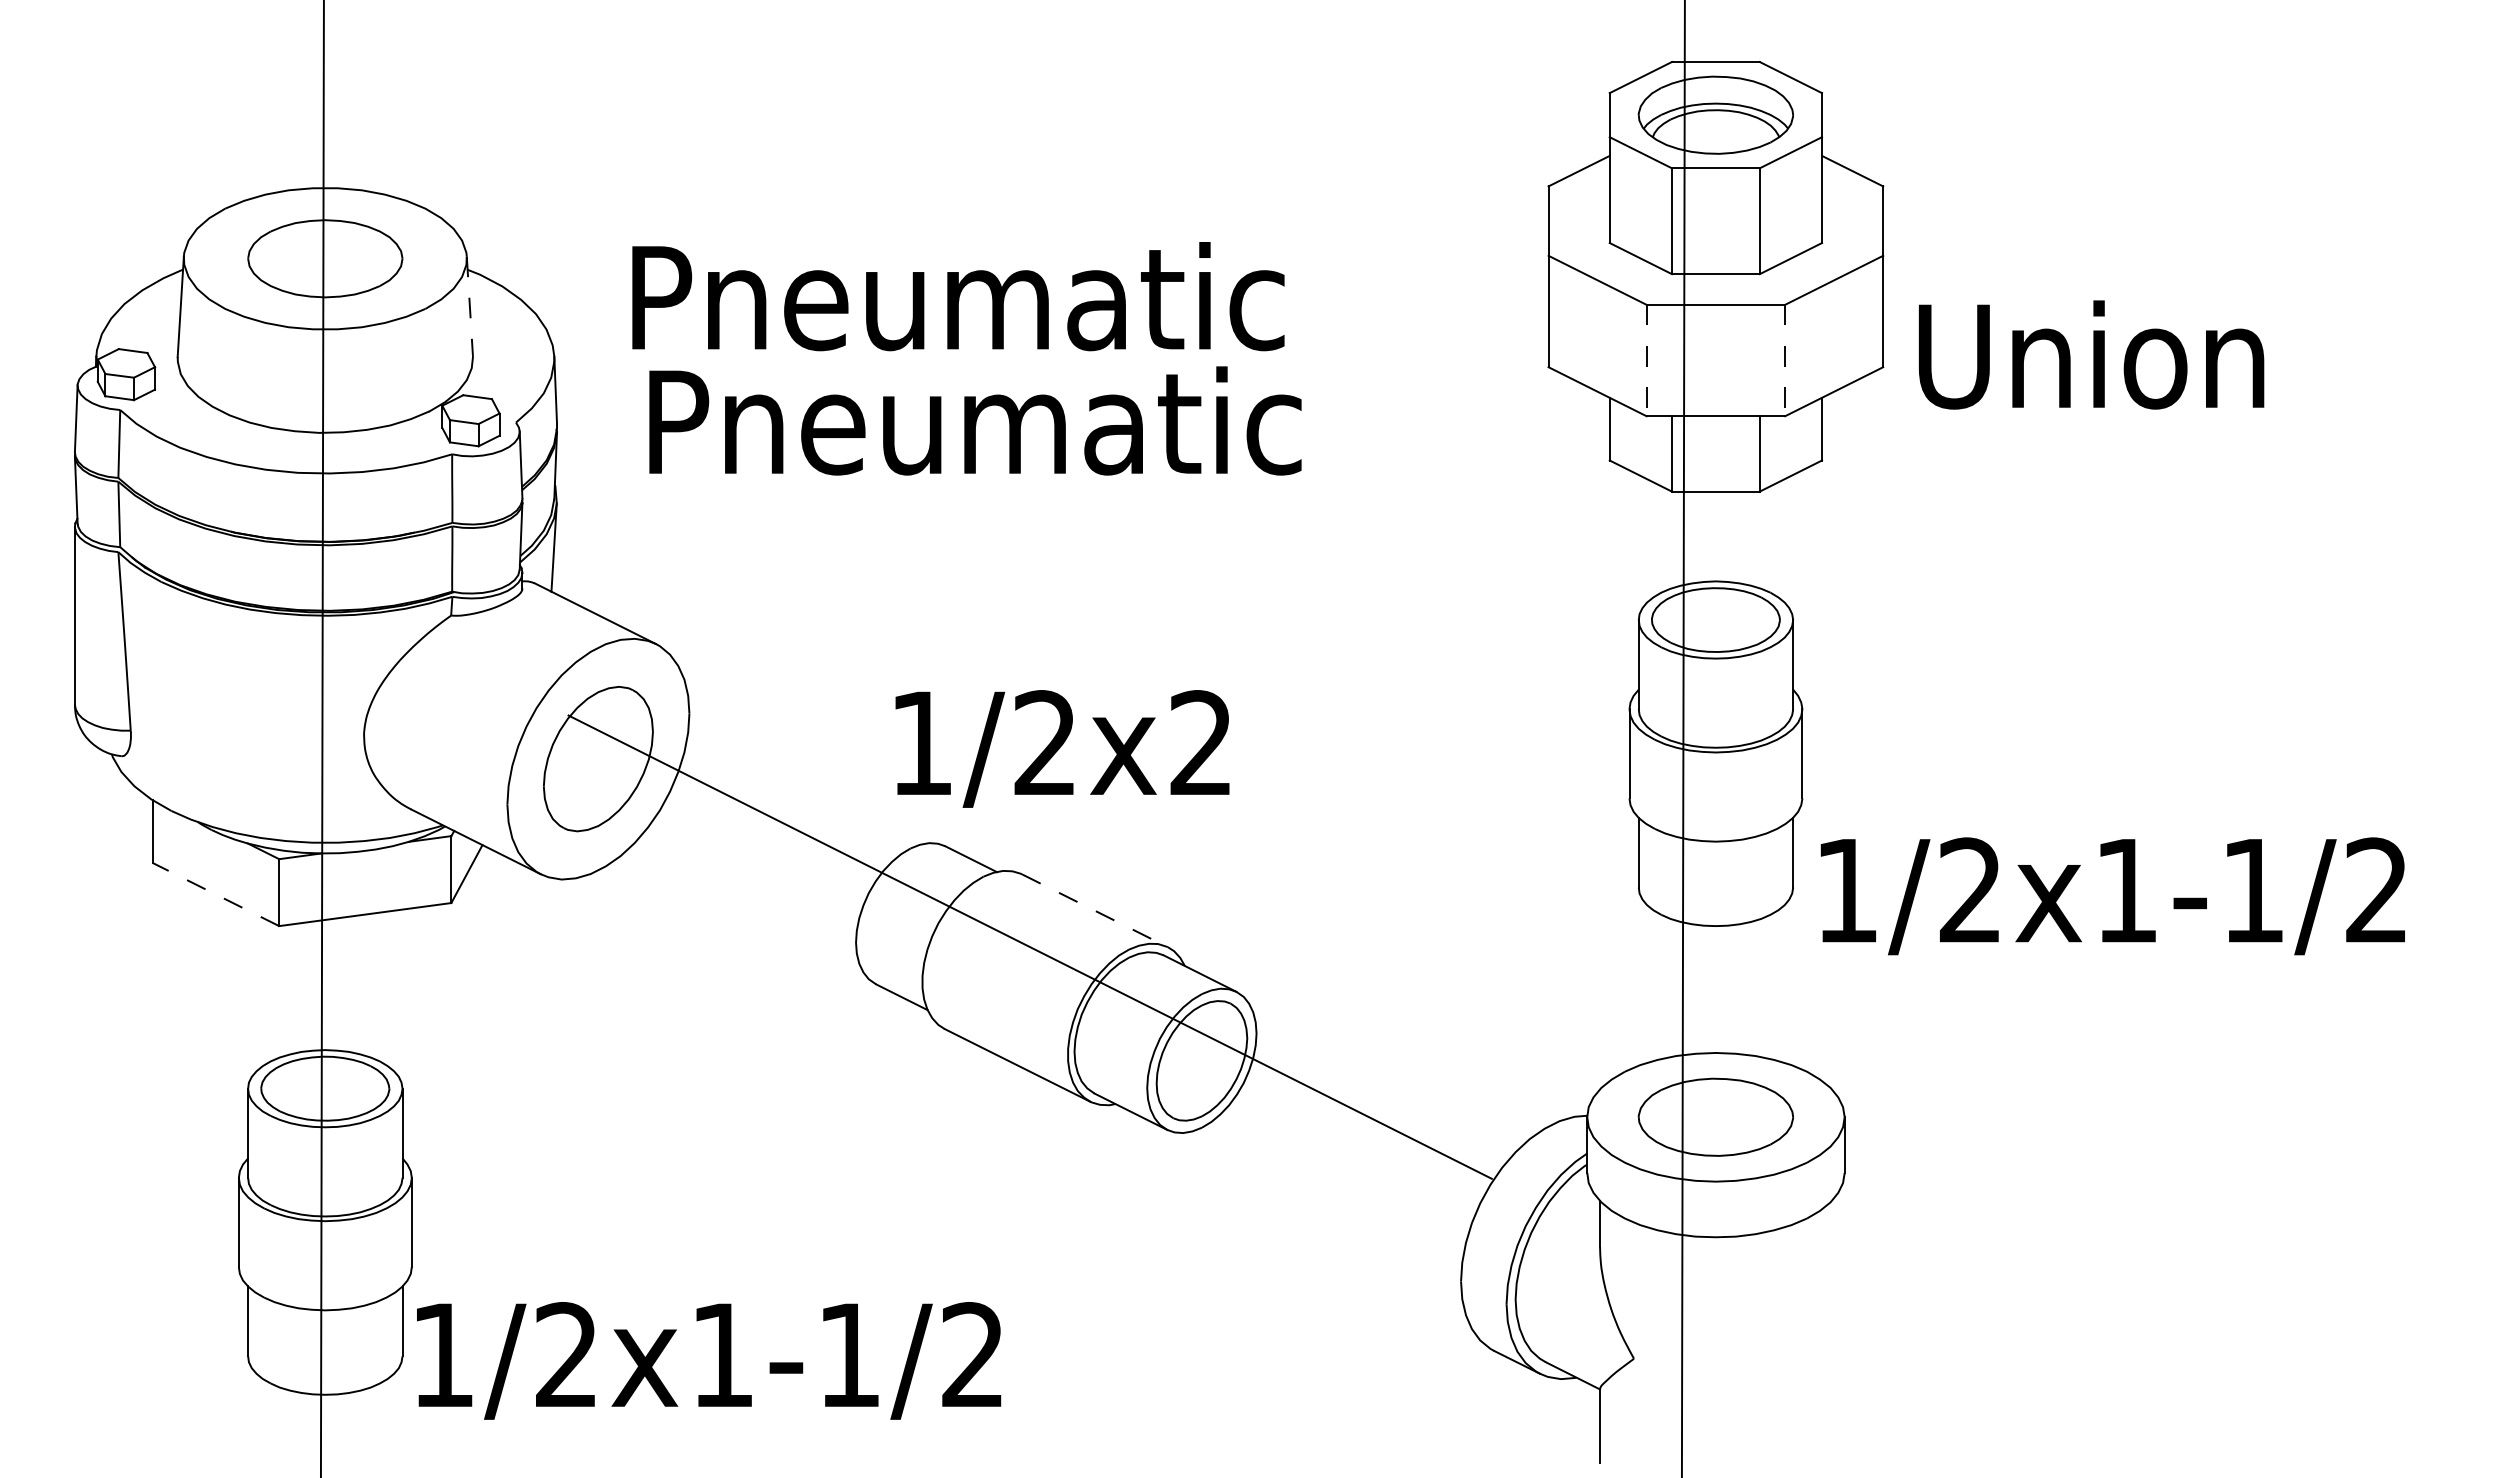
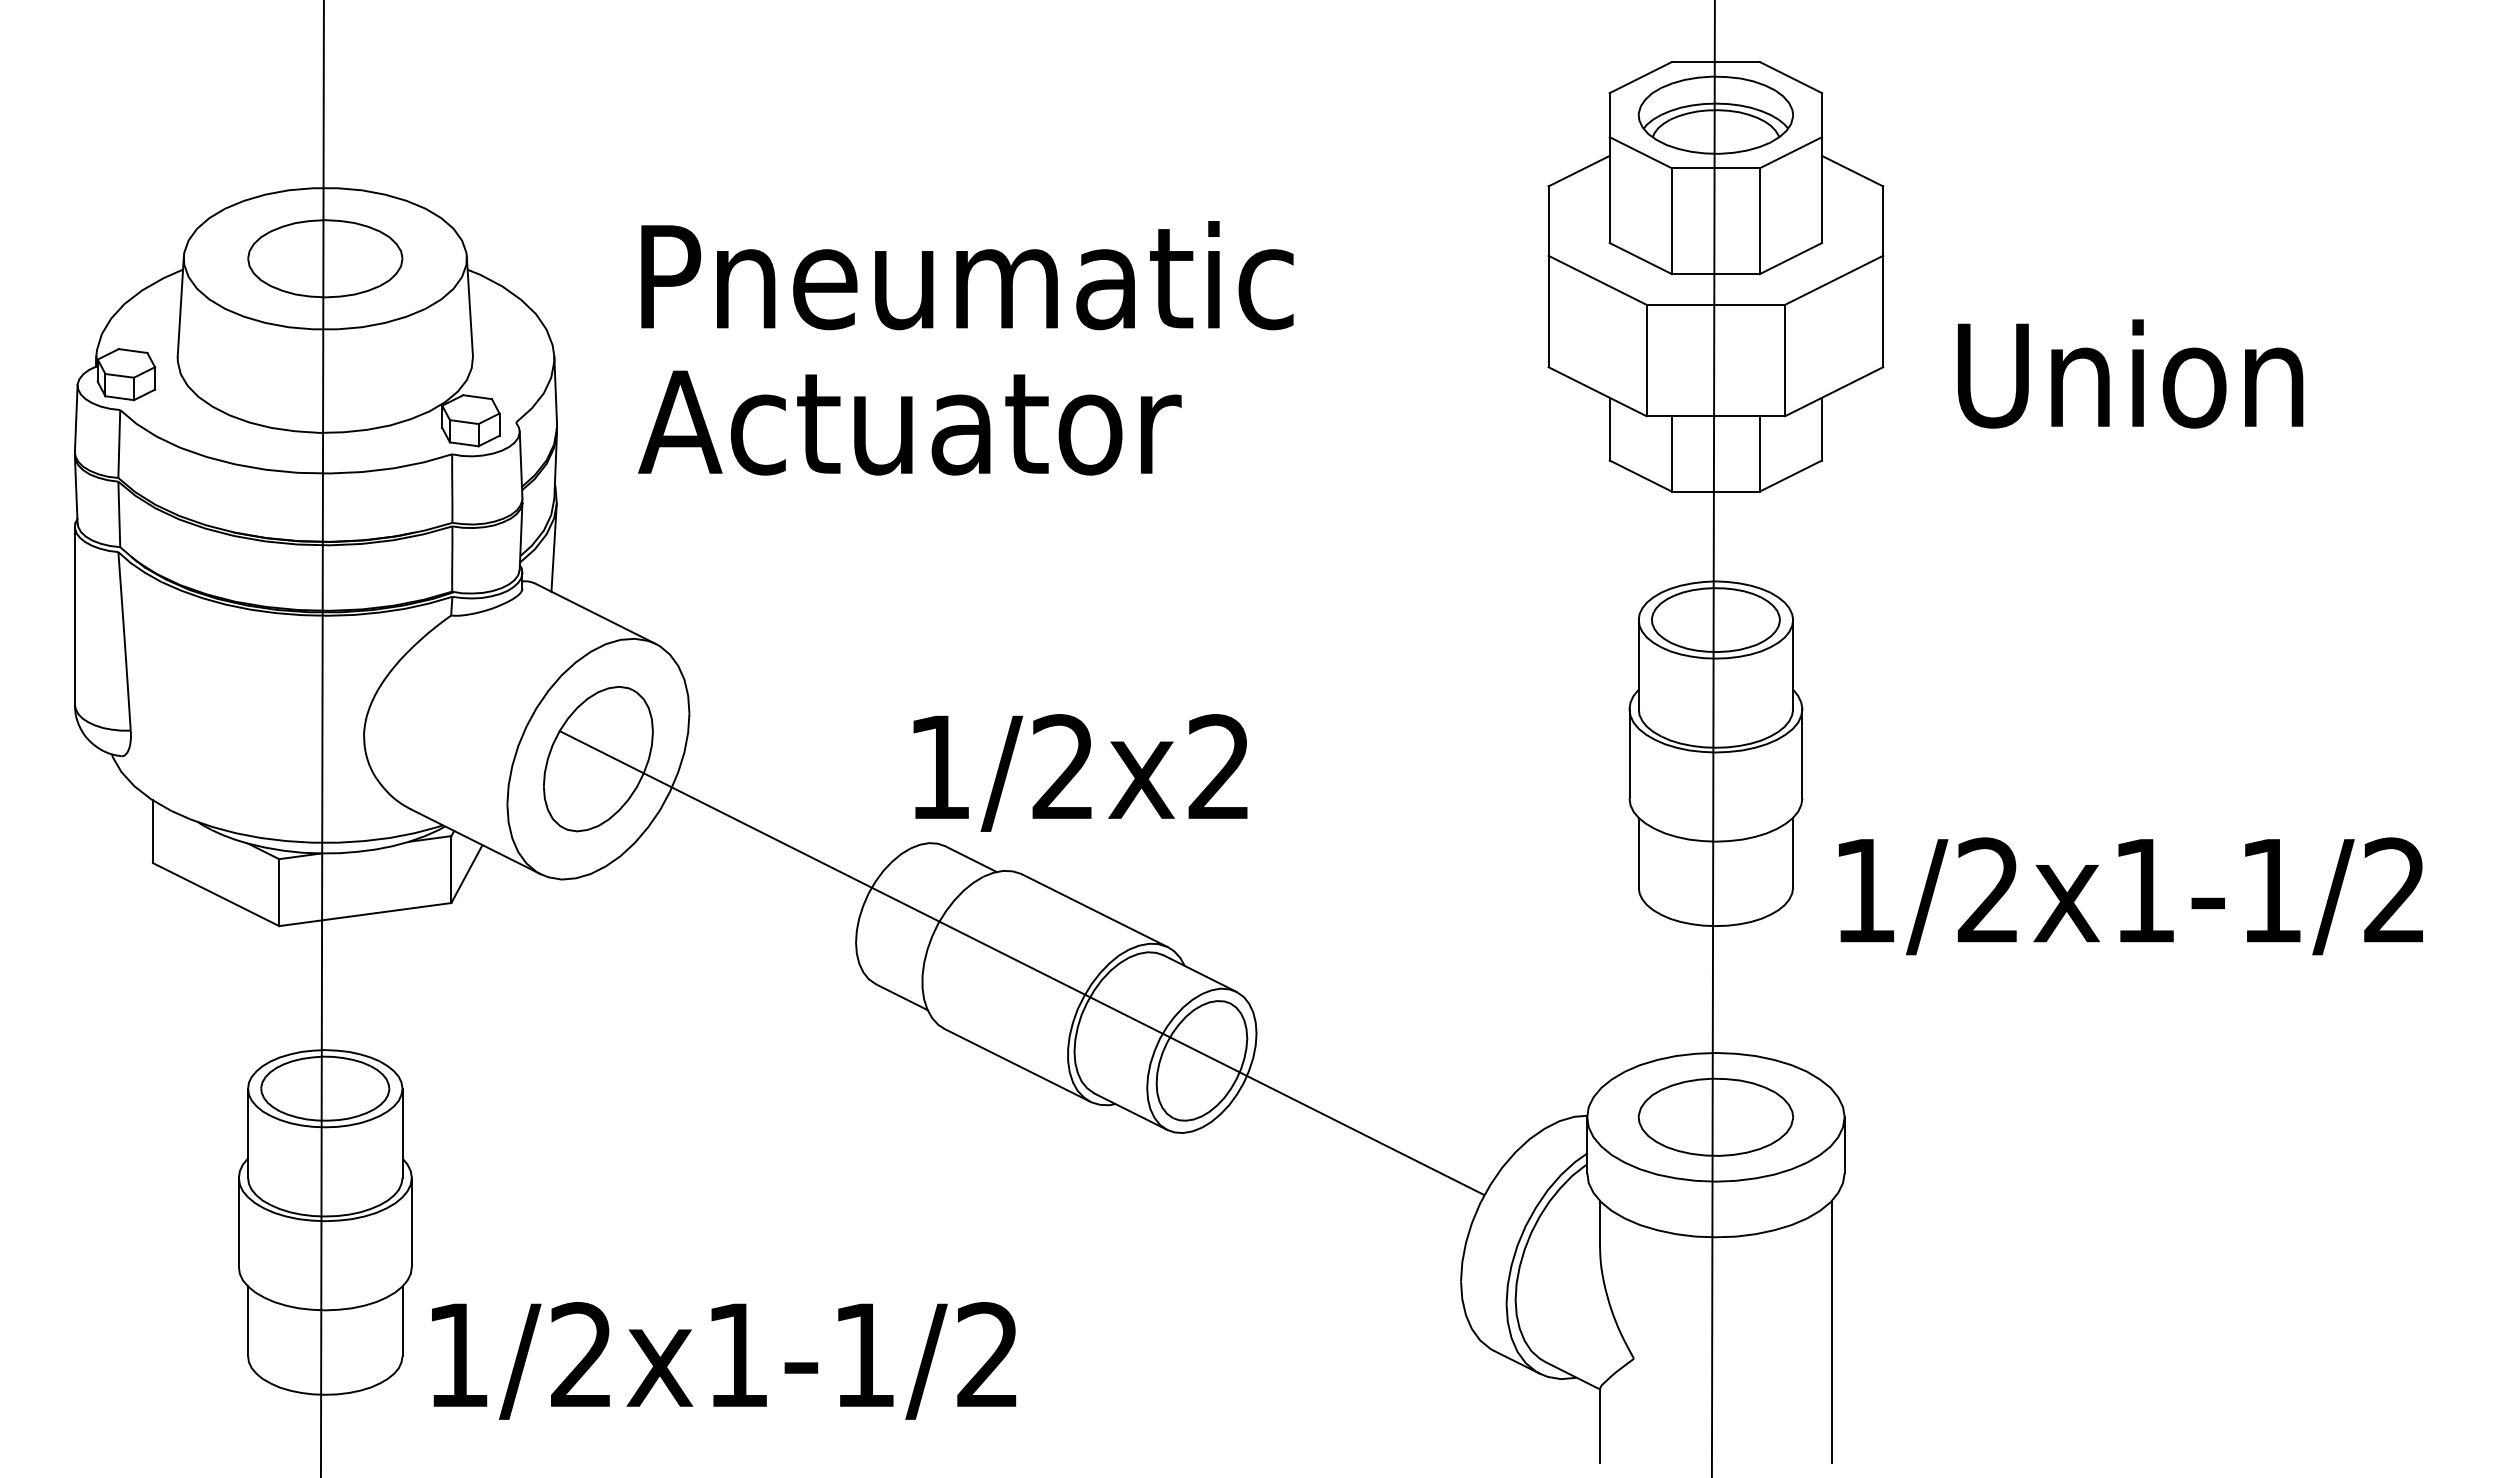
text at (958, 296) position: (958, 296) -> (967, 275)
line at (469, 307): dashed -> solid
text at (2091, 354) position: (2091, 354) -> (2130, 373)
line at (1646, 360): dashed -> solid
line at (1785, 360): dashed -> solid
text at (969, 420): Pneumatic -> Actuator
line at (1682, 738) position: (1682, 738) -> (1712, 738)
text at (1062, 748) position: (1062, 748) -> (1080, 772)
line at (216, 894): dashed -> solid
text at (2112, 896) position: (2112, 896) -> (2130, 896)
line at (1095, 910): dashed -> solid
line at (1029, 947) position: (1029, 947) -> (1021, 963)
line at (1831, 1331): none -> present
text at (709, 1360) position: (709, 1360) -> (724, 1360)
